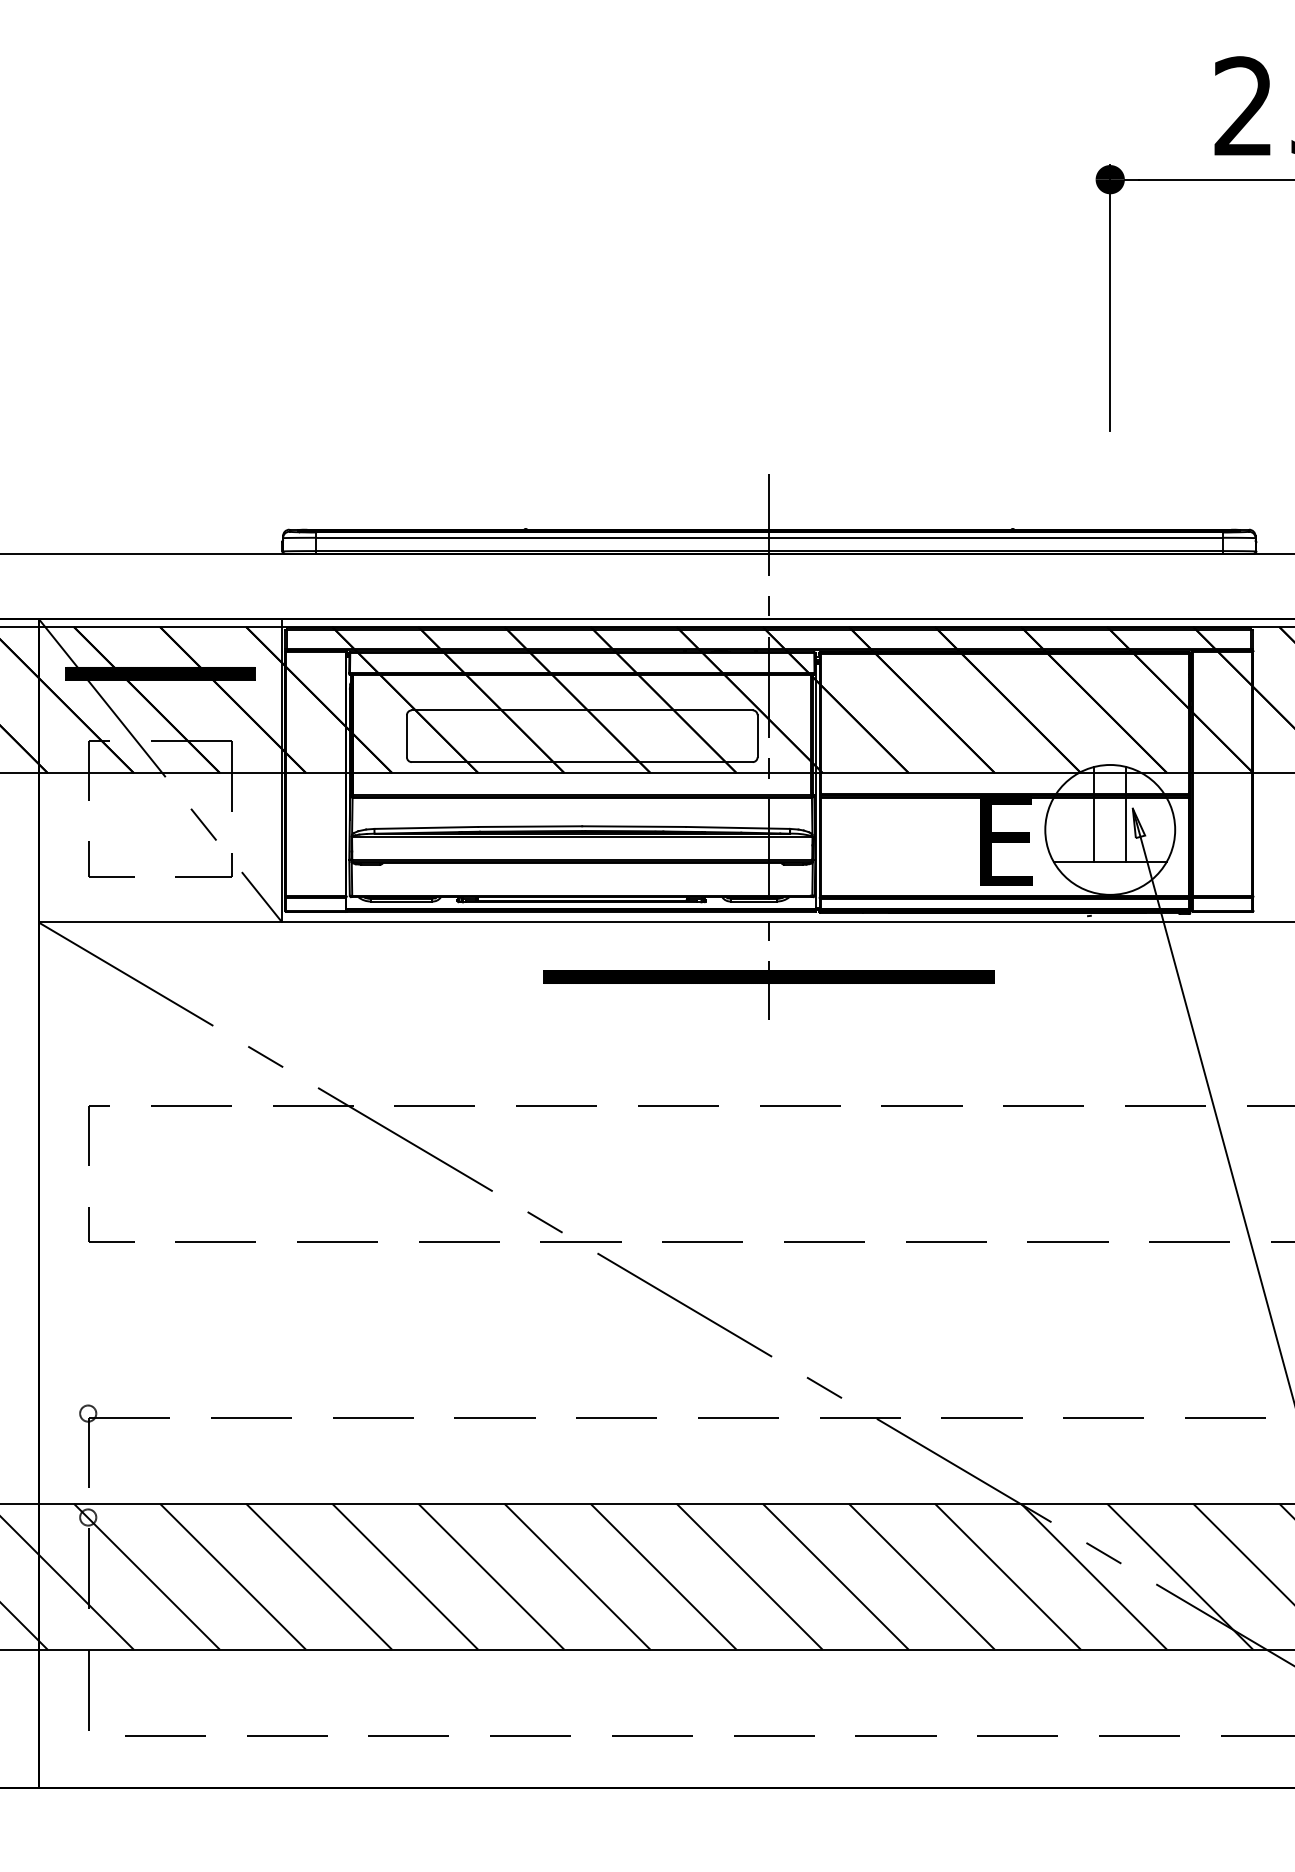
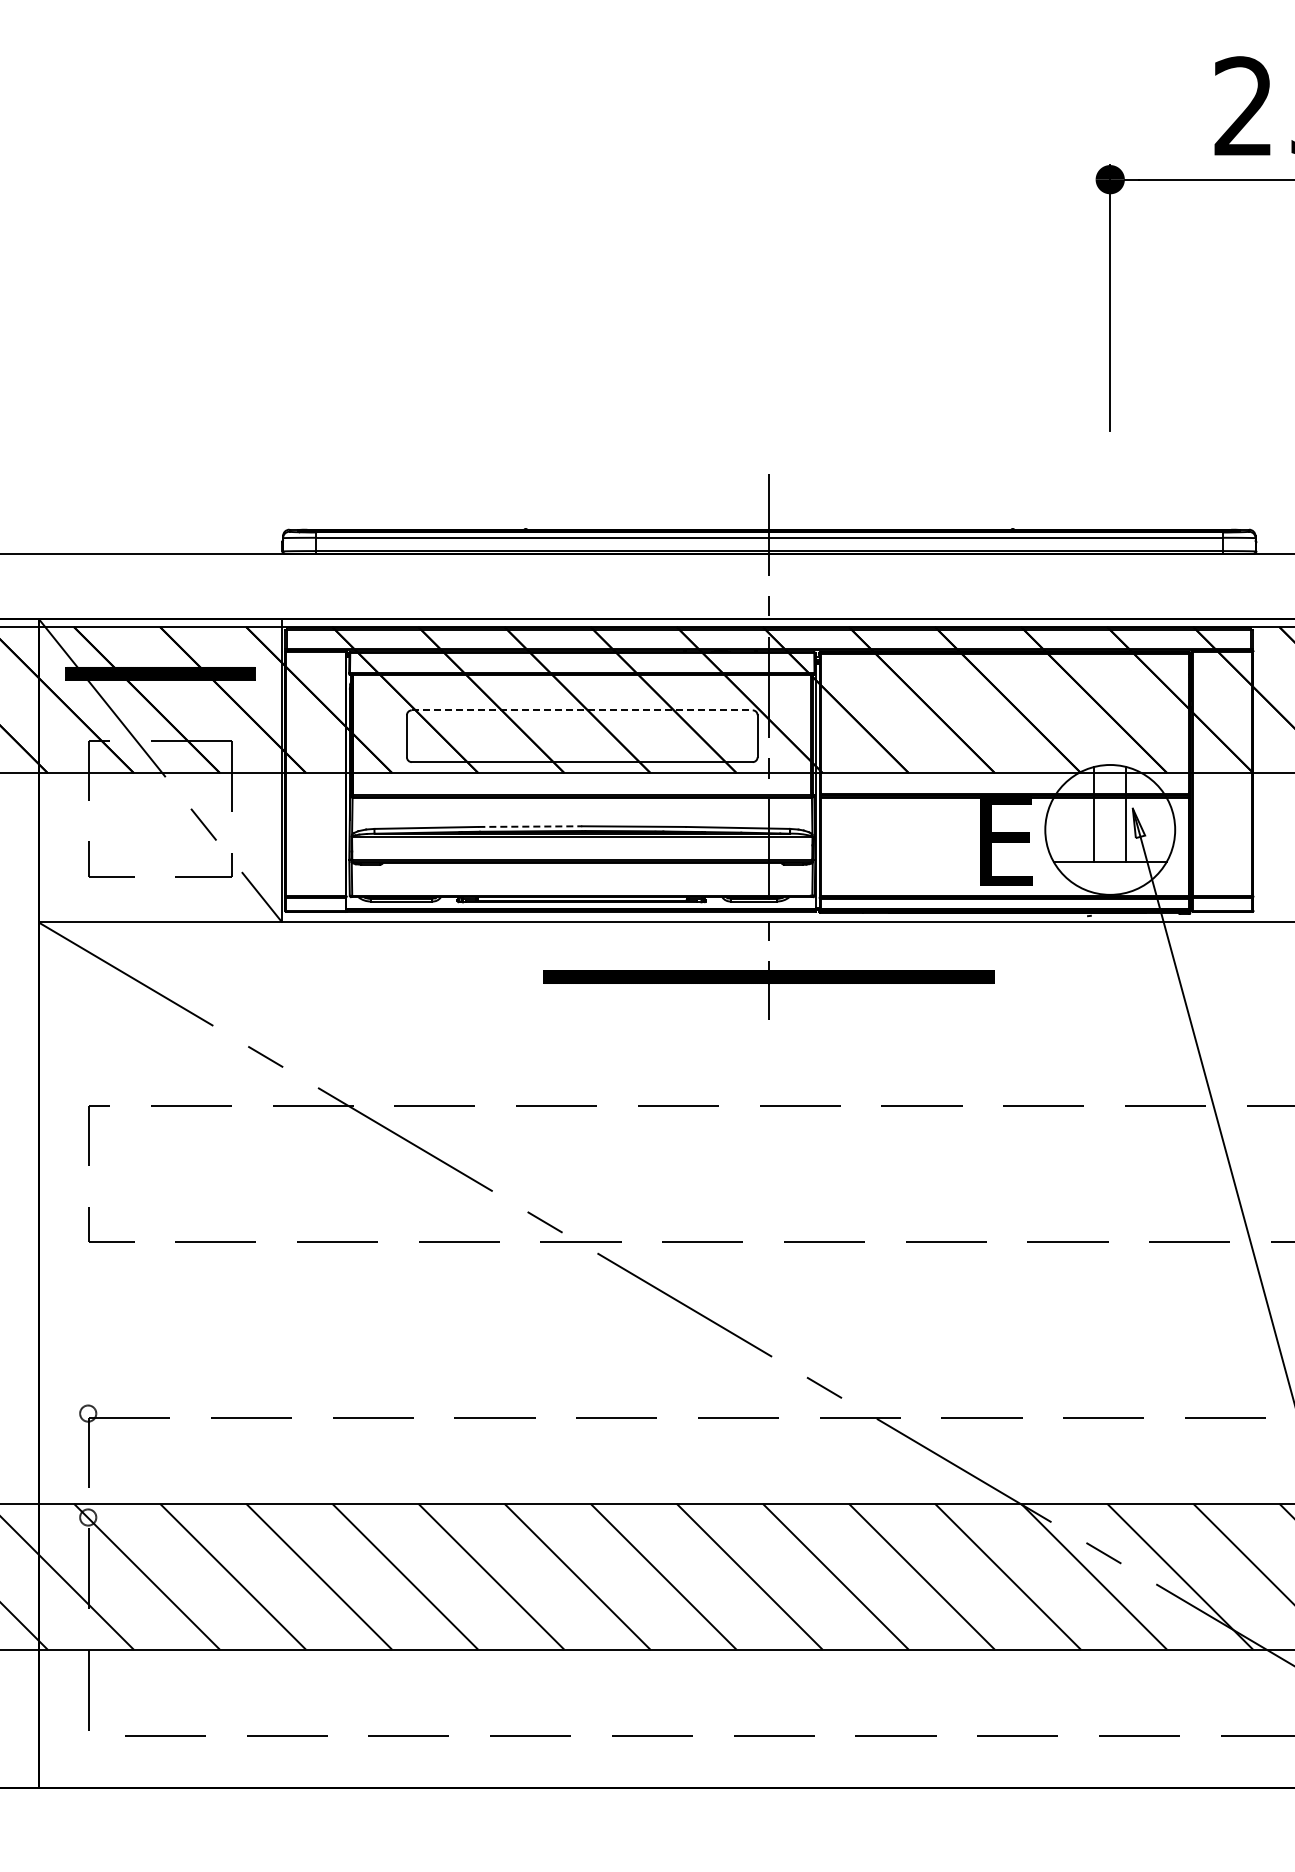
line at (582, 710): solid -> dashed
line at (530, 826): solid -> dashed
